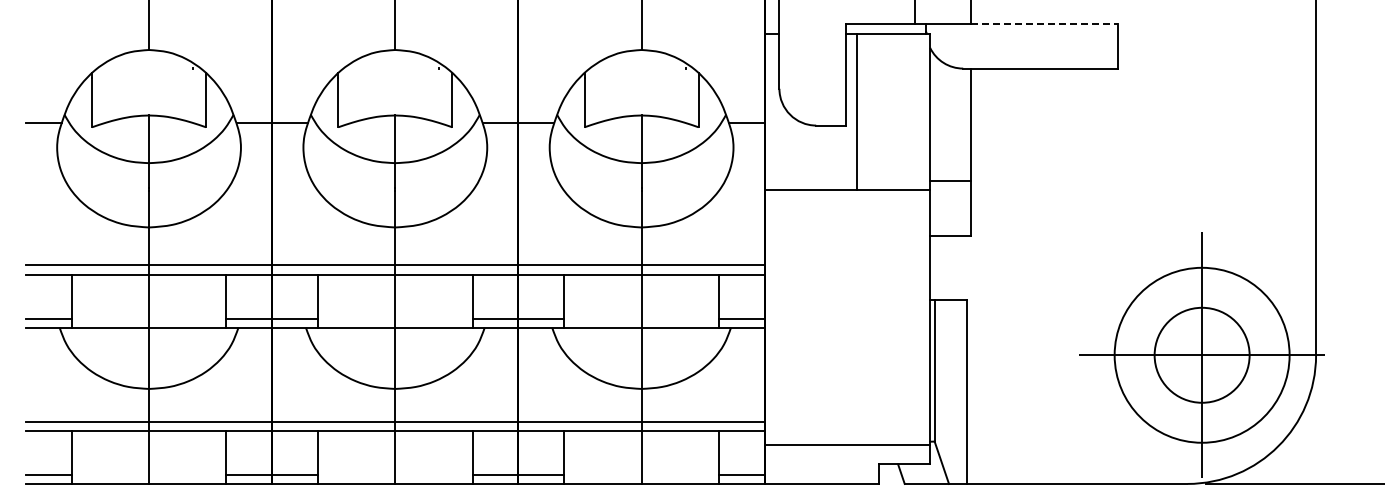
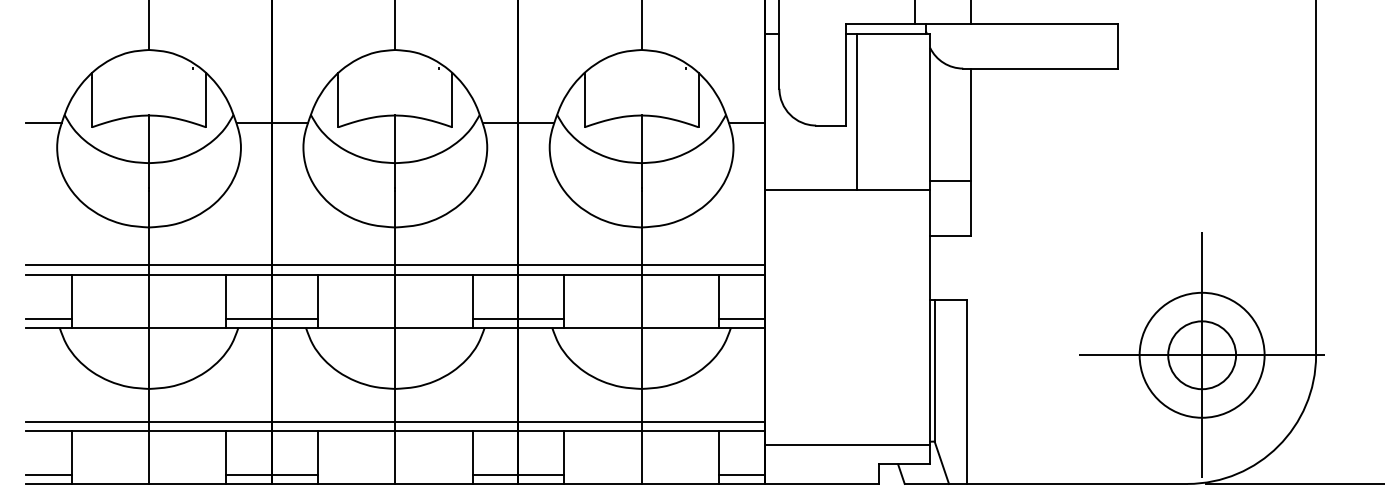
line at (1044, 24): dashed -> solid
circle at (1201, 354) diameter: 175 px -> 125 px
circle at (1201, 354) diameter: 95 px -> 68 px
